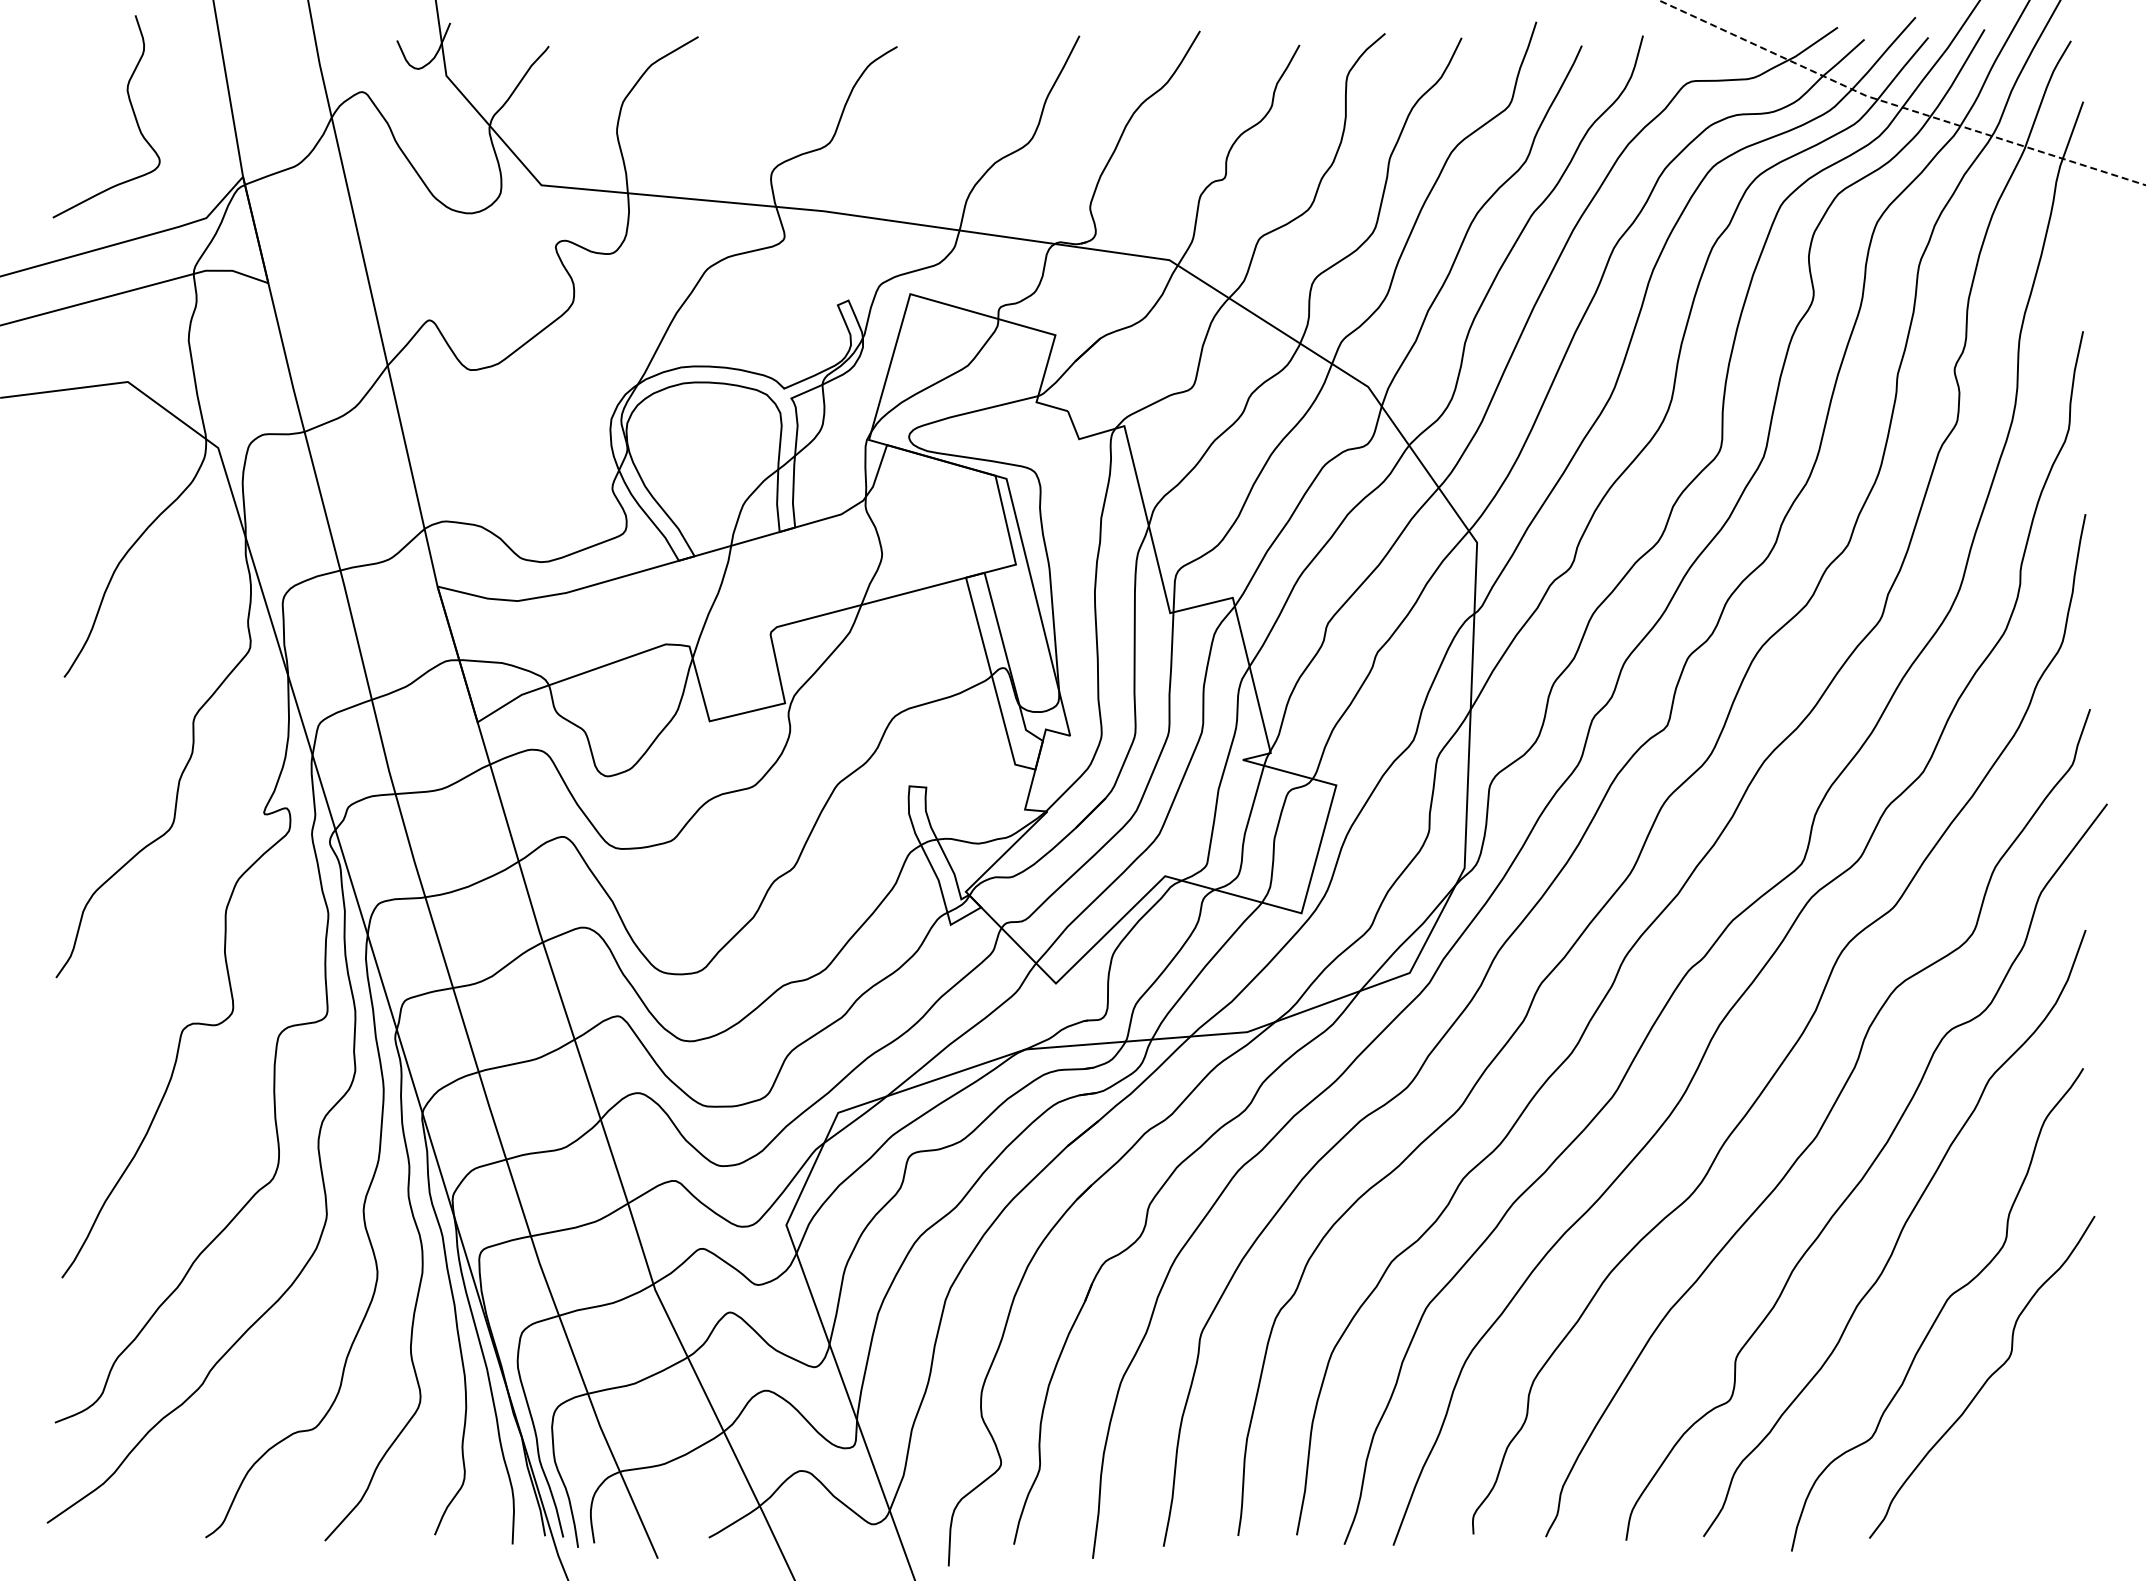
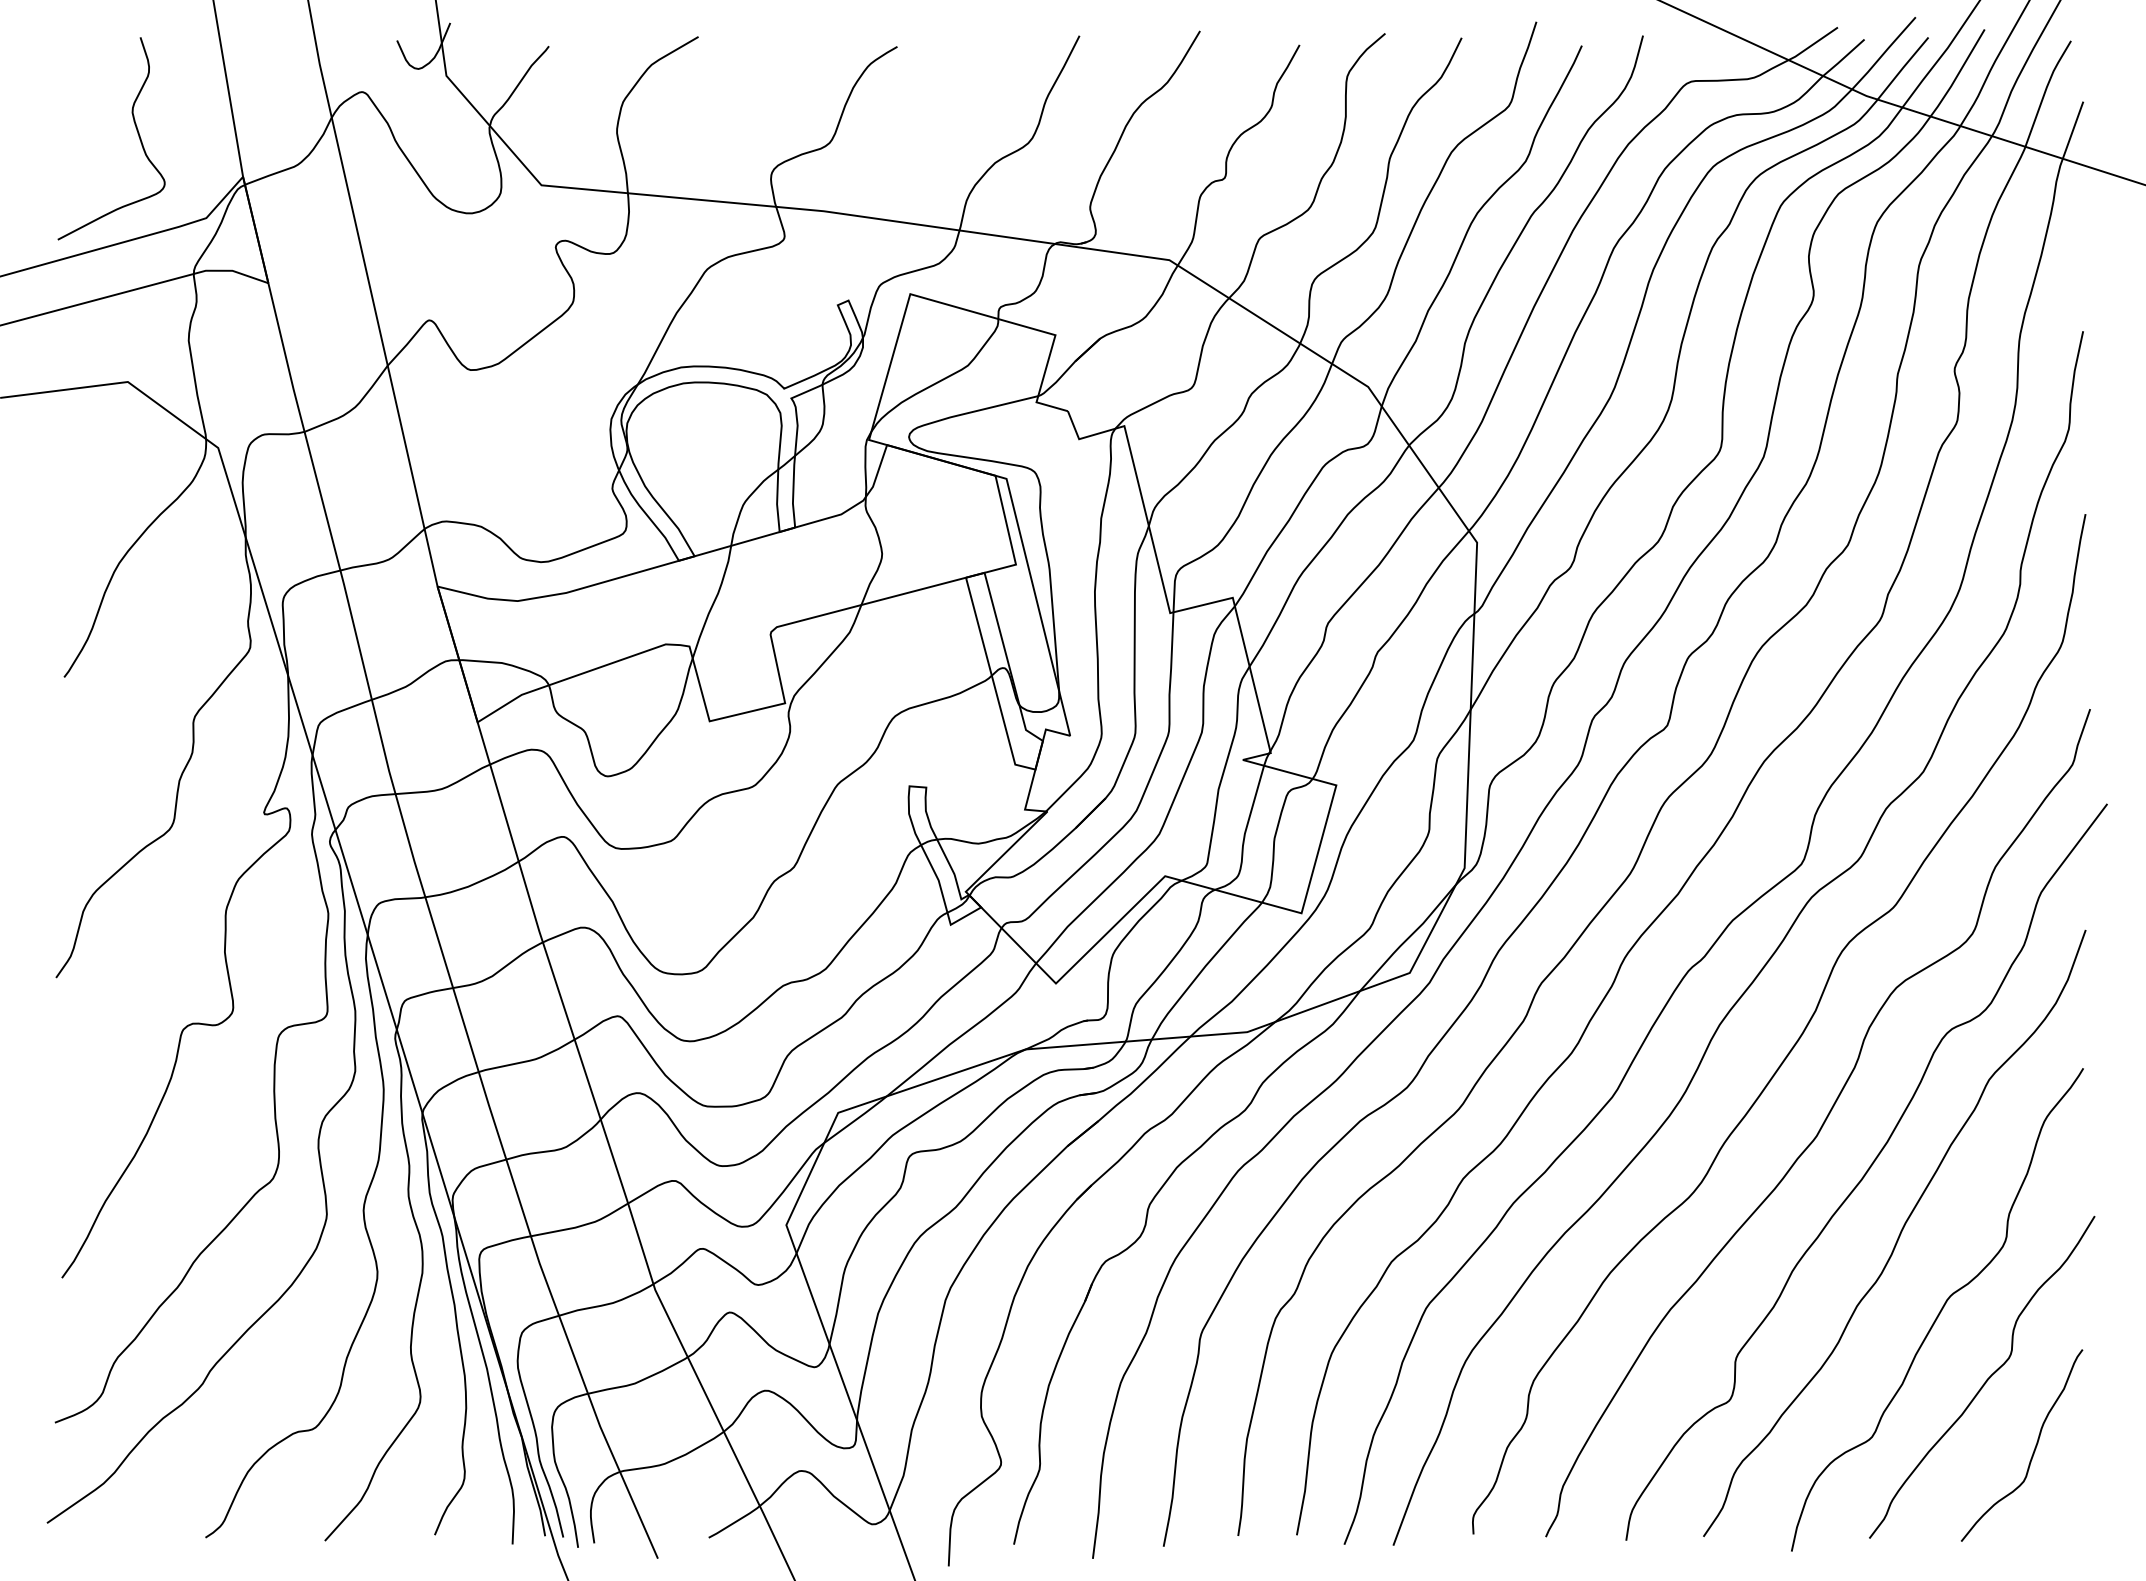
line at (1896, 105): dashed -> solid
curve at (131, 108) position: (131, 108) -> (136, 130)
curve at (2033, 1450): none -> present
